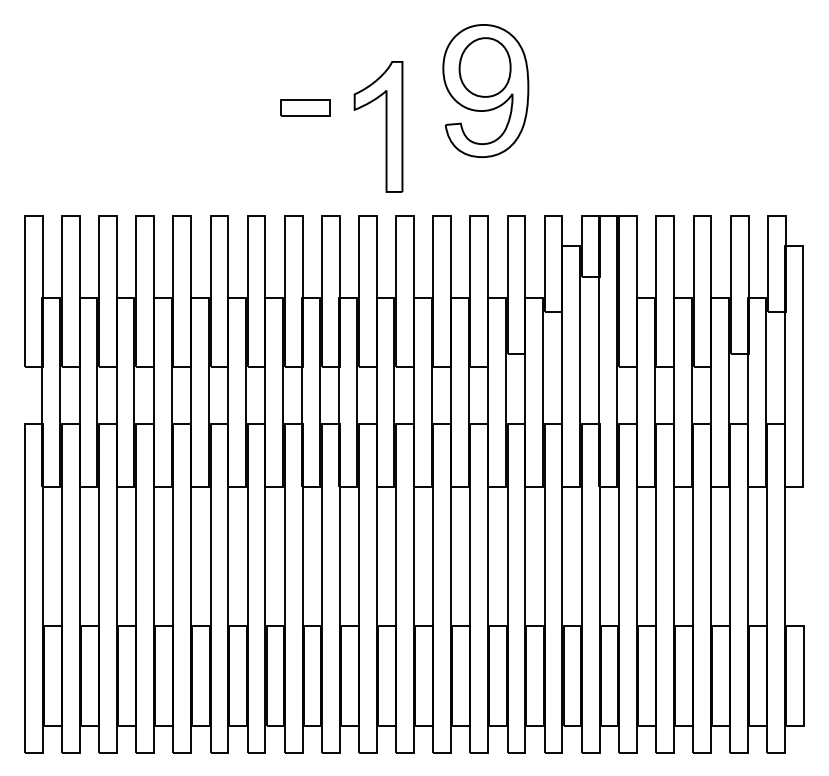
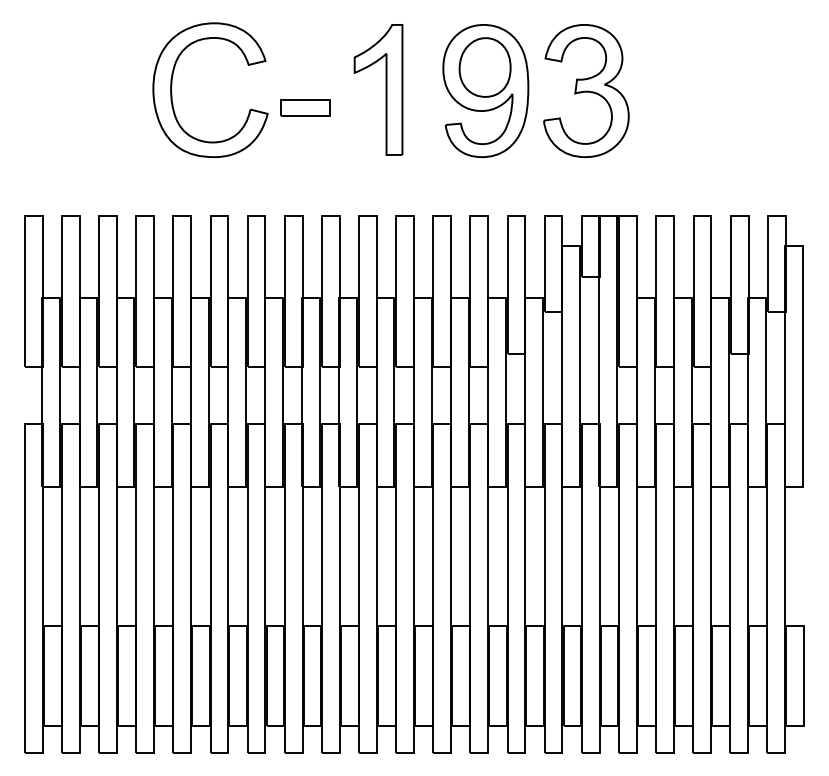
part at (172, 85): none -> present
part at (586, 90): none -> present
part at (385, 126) position: (385, 126) -> (385, 89)
